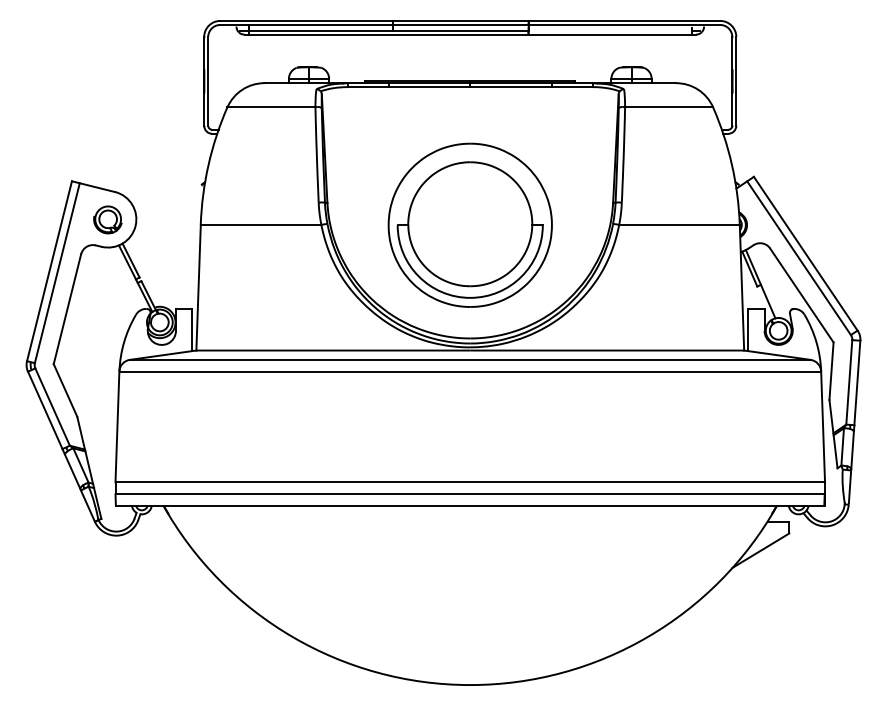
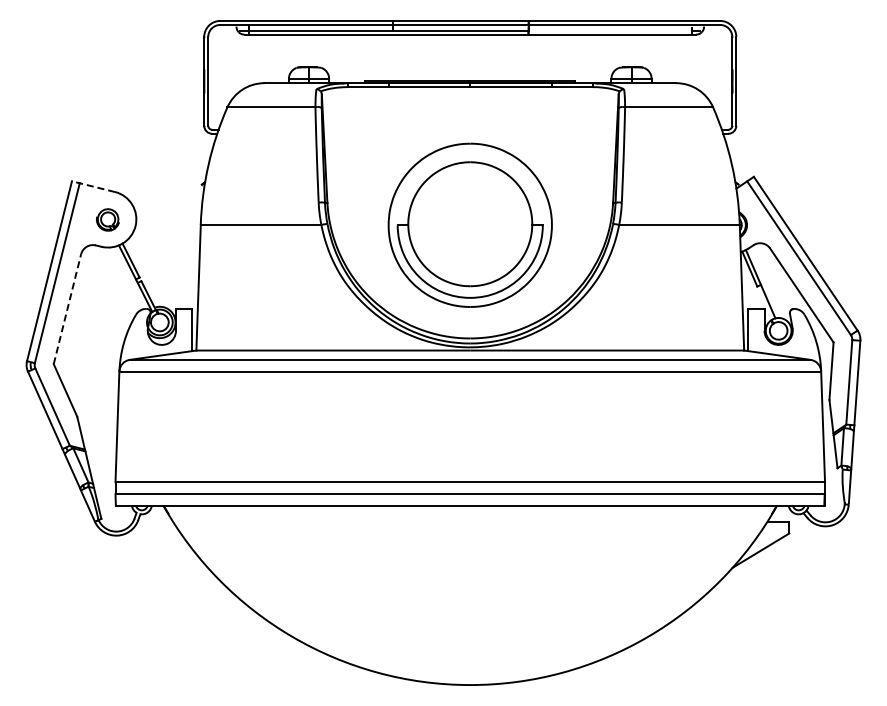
line at (92, 186): solid -> dashed
part at (107, 219) size: 30x30 px -> 24x24 px
line at (67, 309): solid -> dashed
